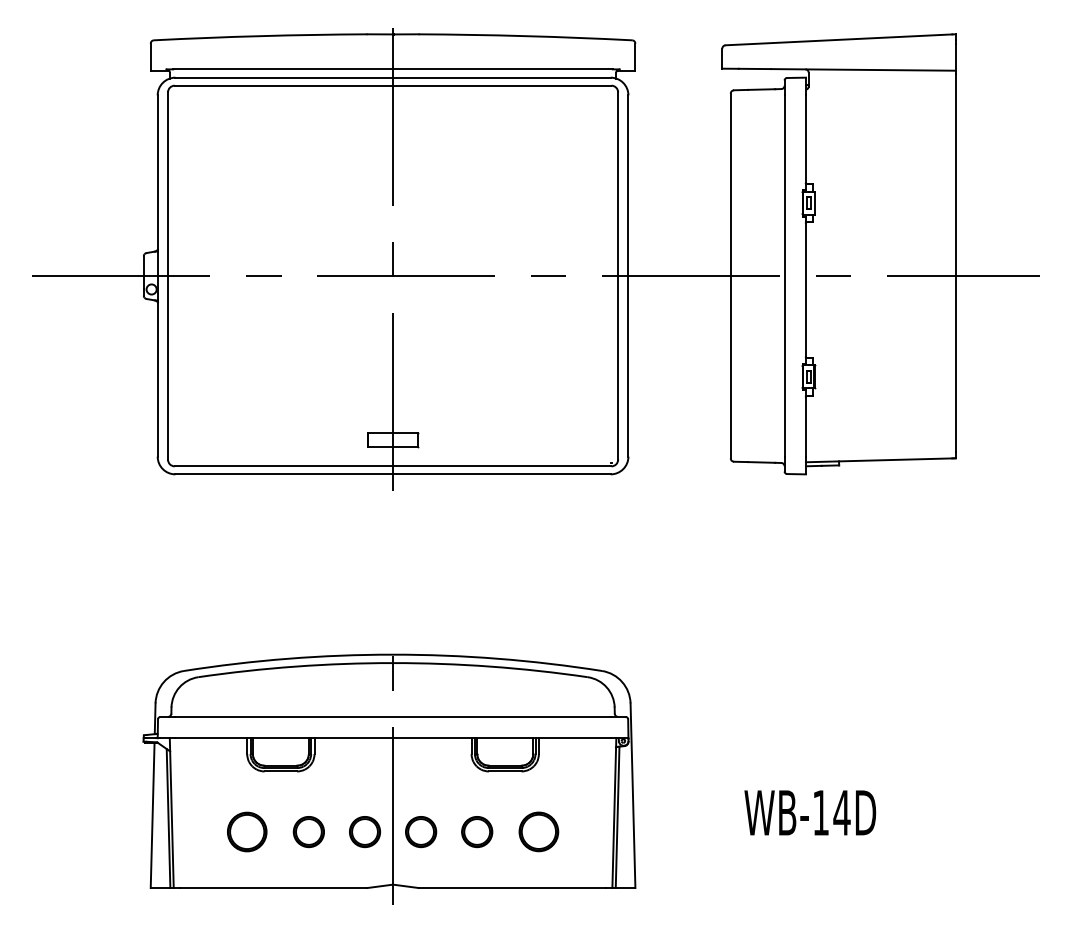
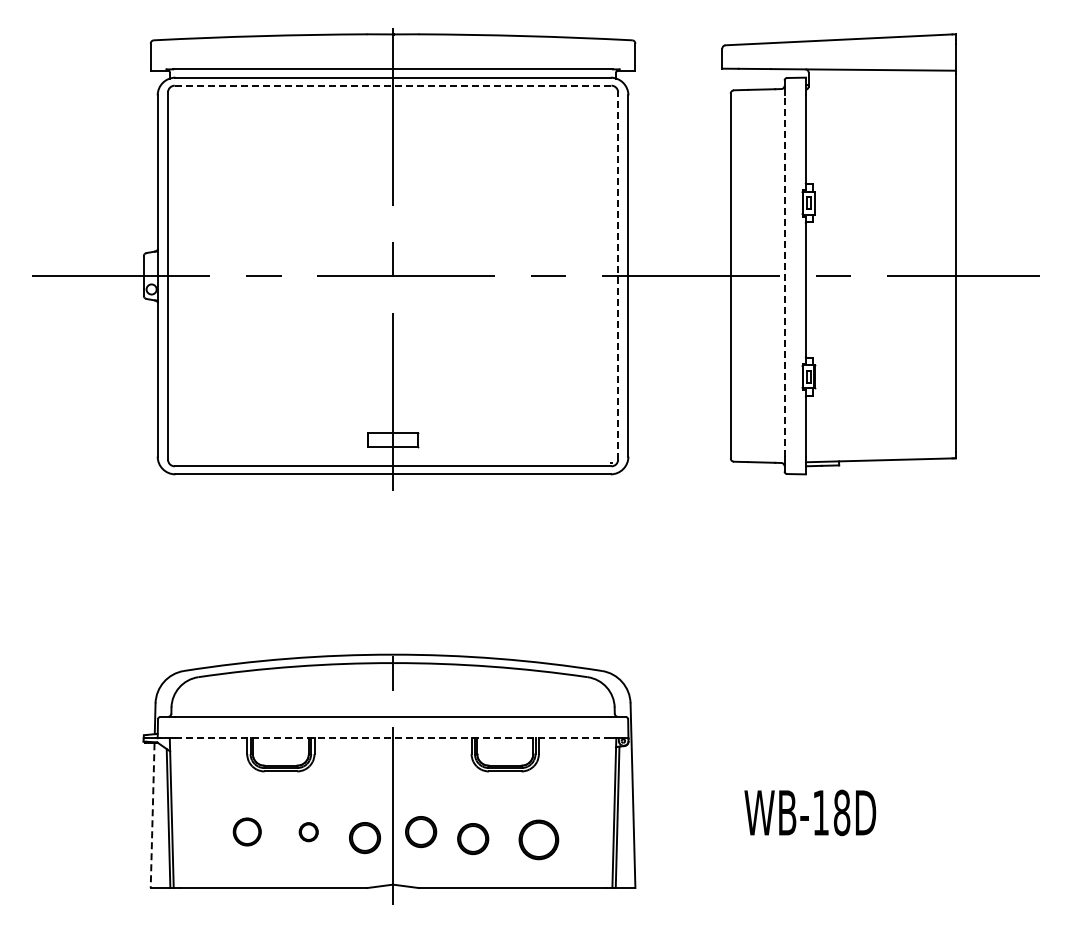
line at (393, 85): solid -> dashed
line at (618, 276): solid -> dashed
line at (784, 276): solid -> dashed
line at (393, 738): solid -> dashed
text at (841, 812): WB-14D -> WB-18D
line at (152, 816): solid -> dashed
part at (247, 831) size: 41x42 px -> 30x30 px
part at (538, 831) position: (538, 831) -> (538, 839)
part at (308, 832) size: 33x33 px -> 21x21 px
part at (364, 832) position: (364, 832) -> (364, 838)
part at (477, 832) position: (477, 832) -> (473, 839)
